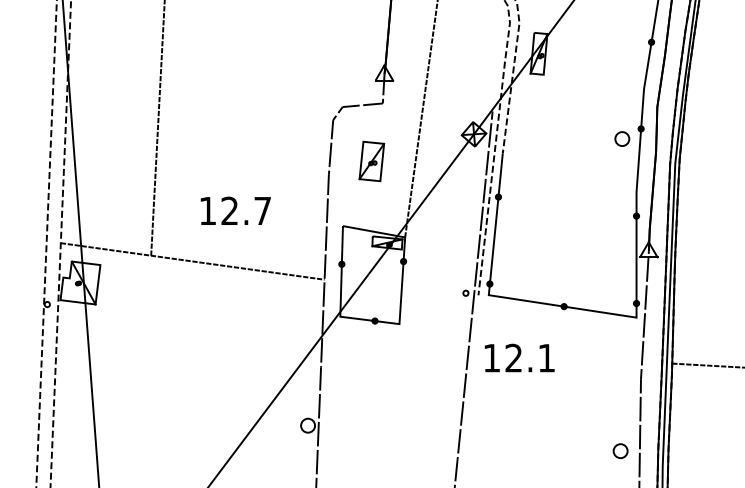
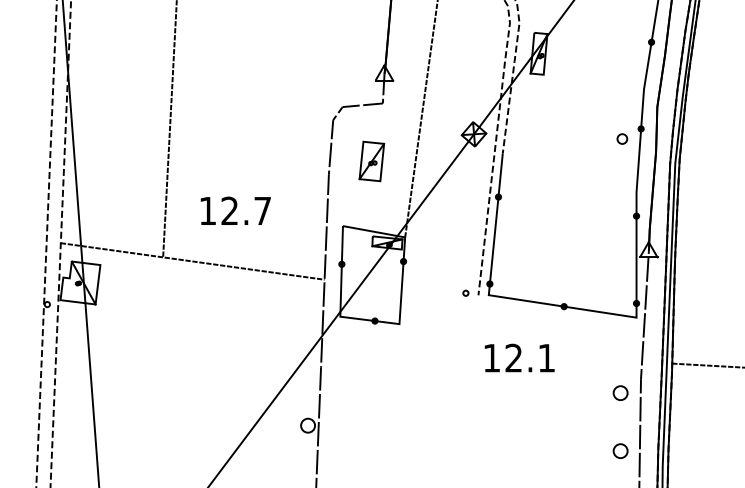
line at (157, 128) position: (157, 128) -> (169, 129)
part at (622, 138) size: 17x16 px -> 13x12 px
line at (473, 297): present -> none
part at (620, 392): none -> present
